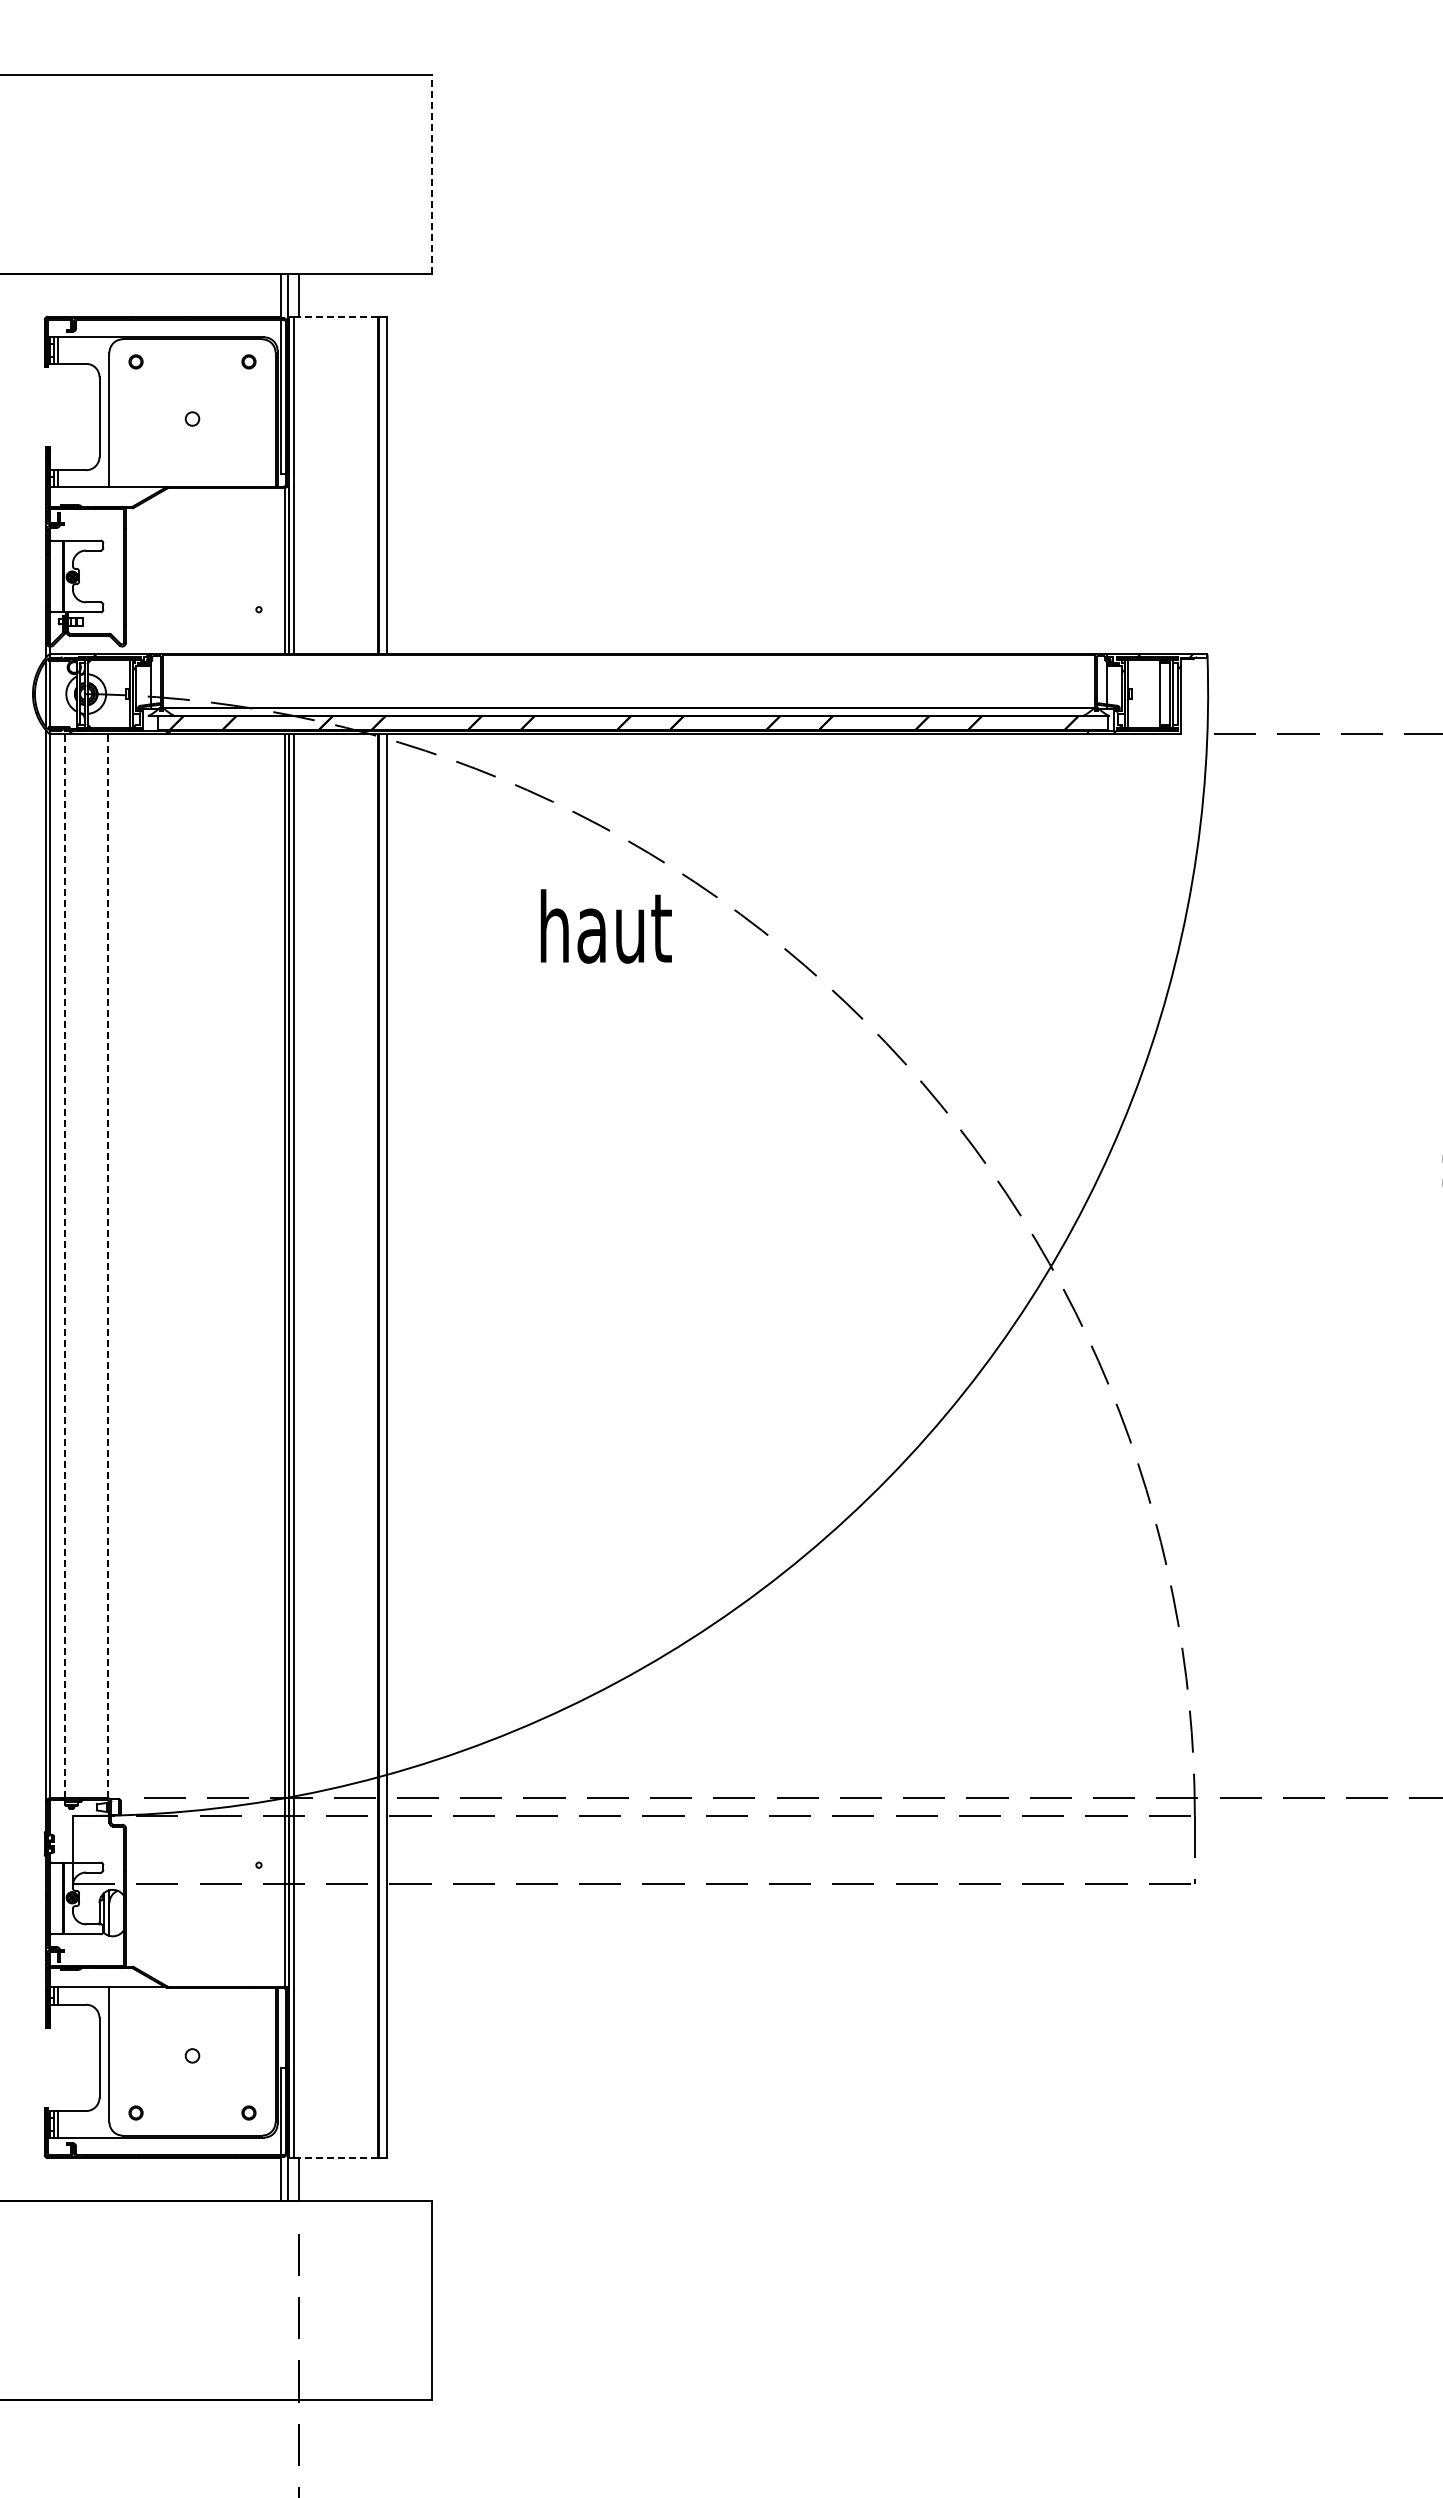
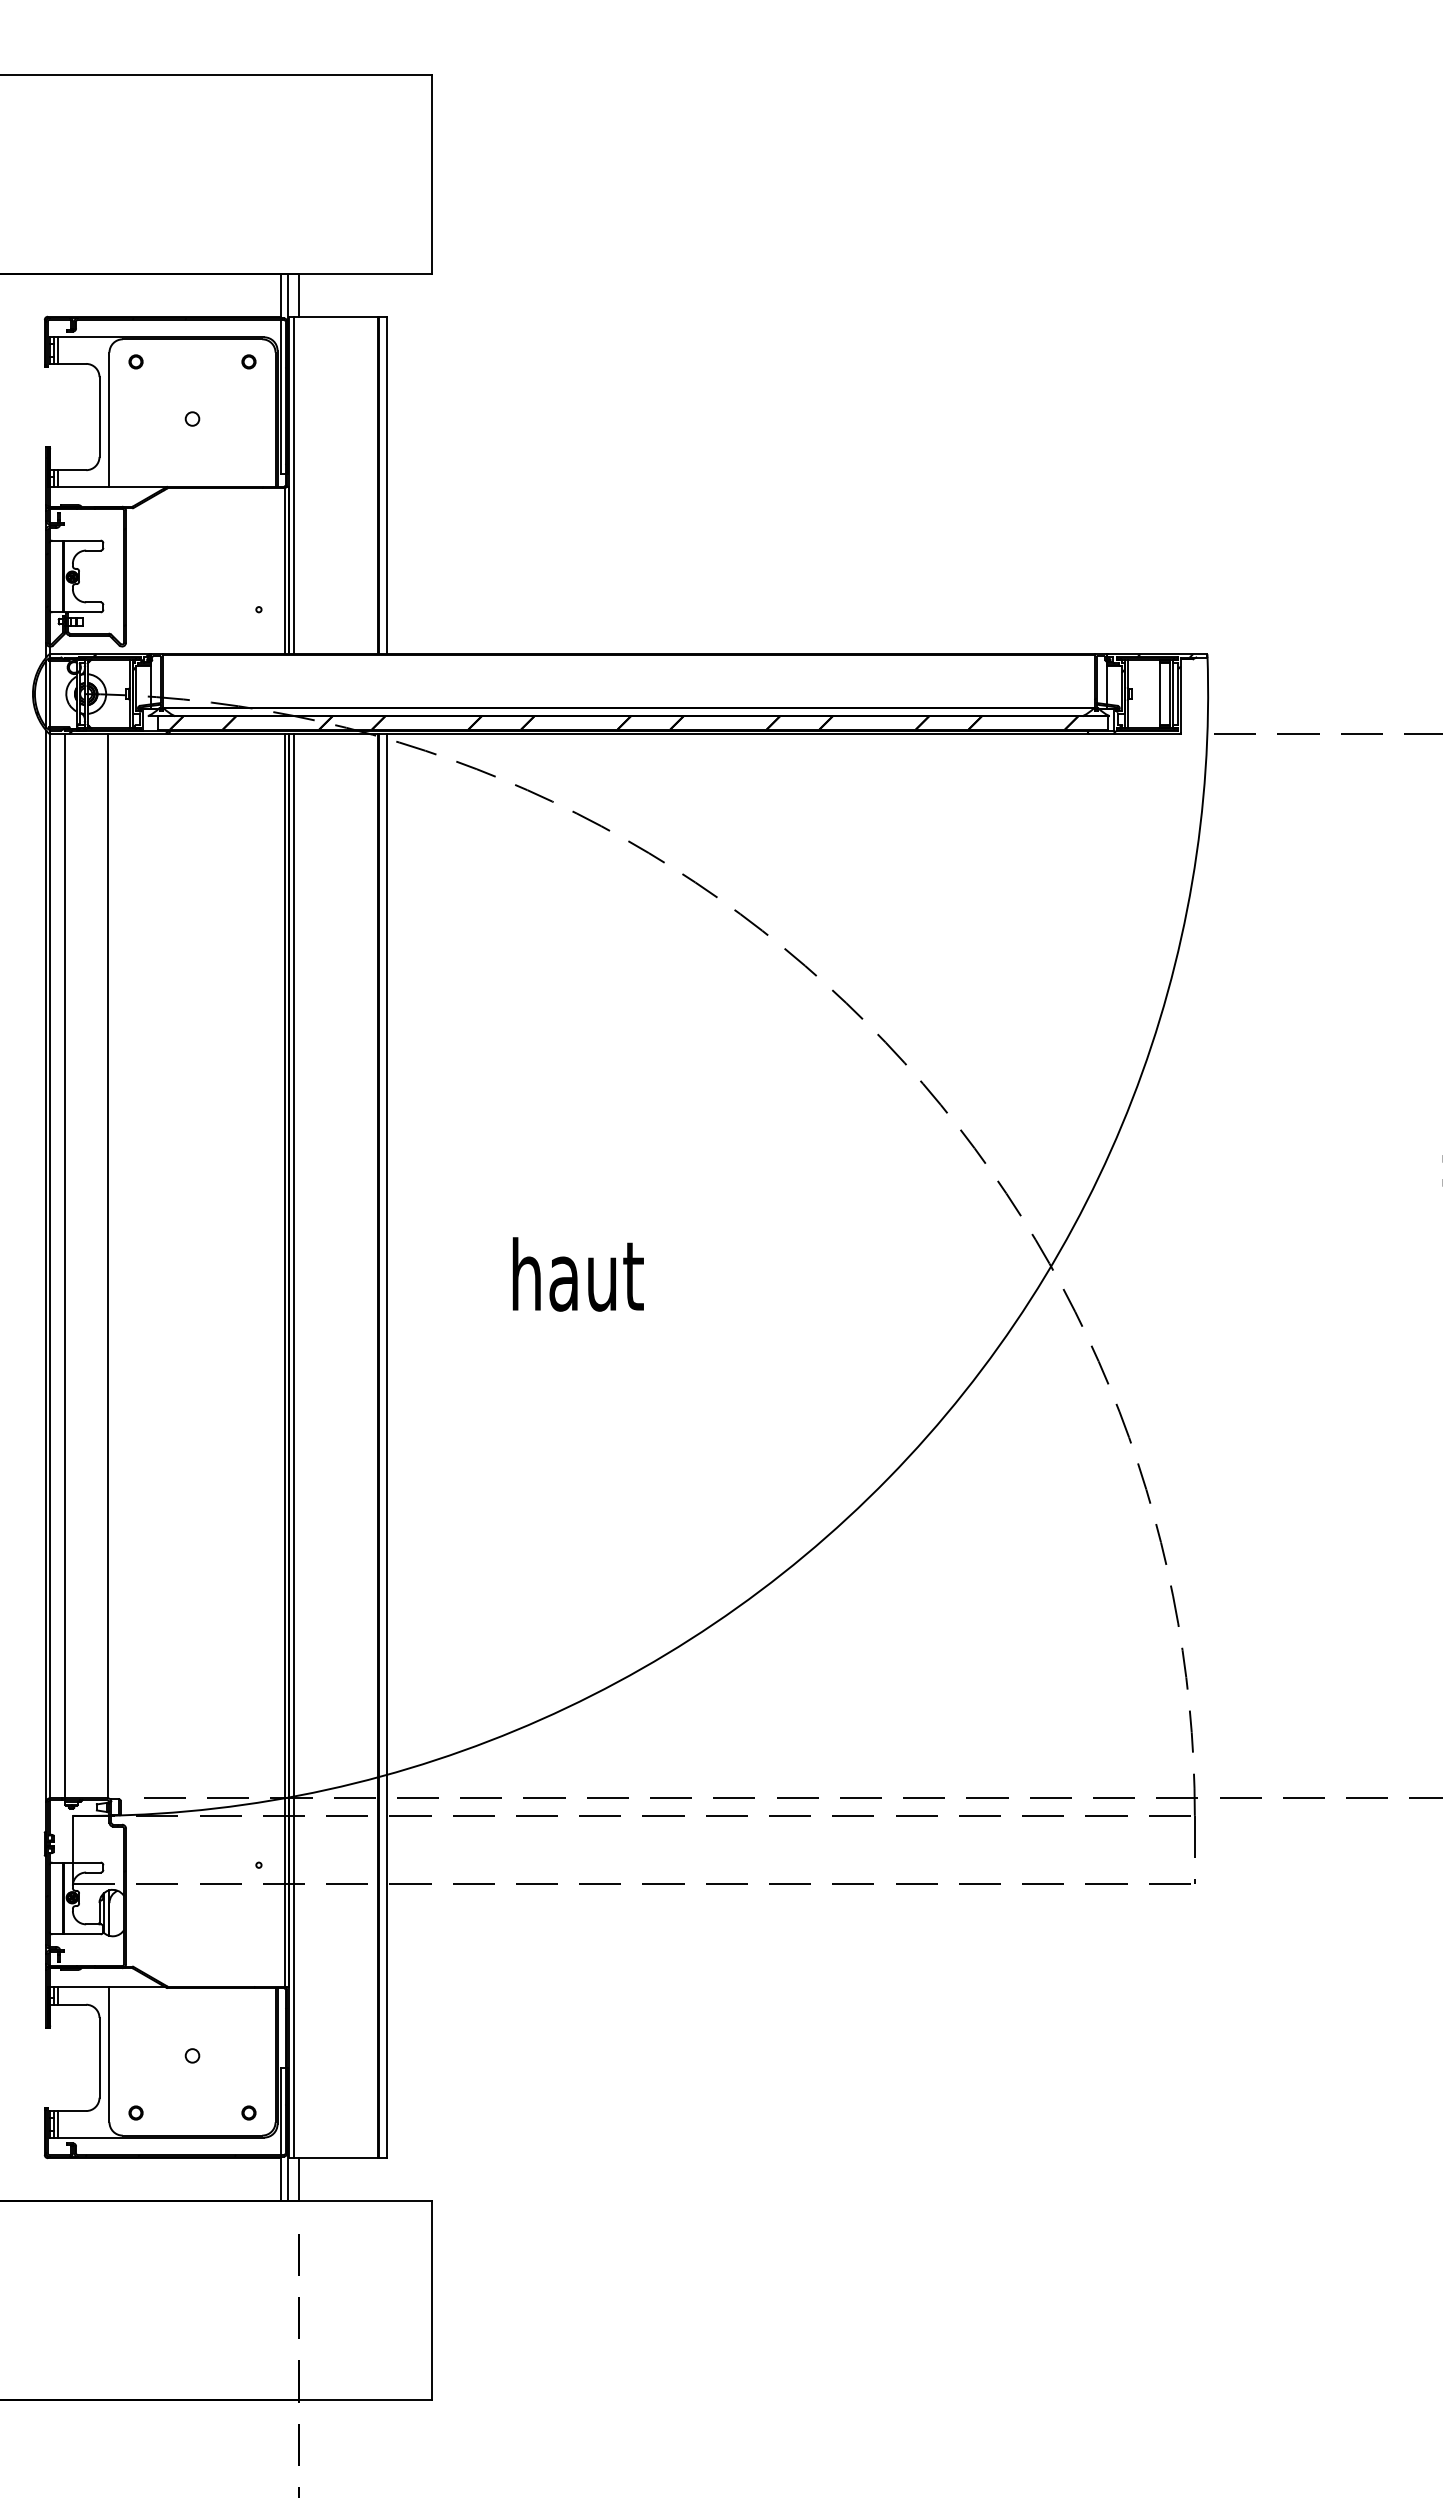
line at (431, 174): dashed -> solid
line at (335, 317): dashed -> solid
text at (605, 926) position: (605, 926) -> (577, 1274)
line at (64, 1265): dashed -> solid
line at (107, 1265): dashed -> solid
line at (335, 2157): dashed -> solid
